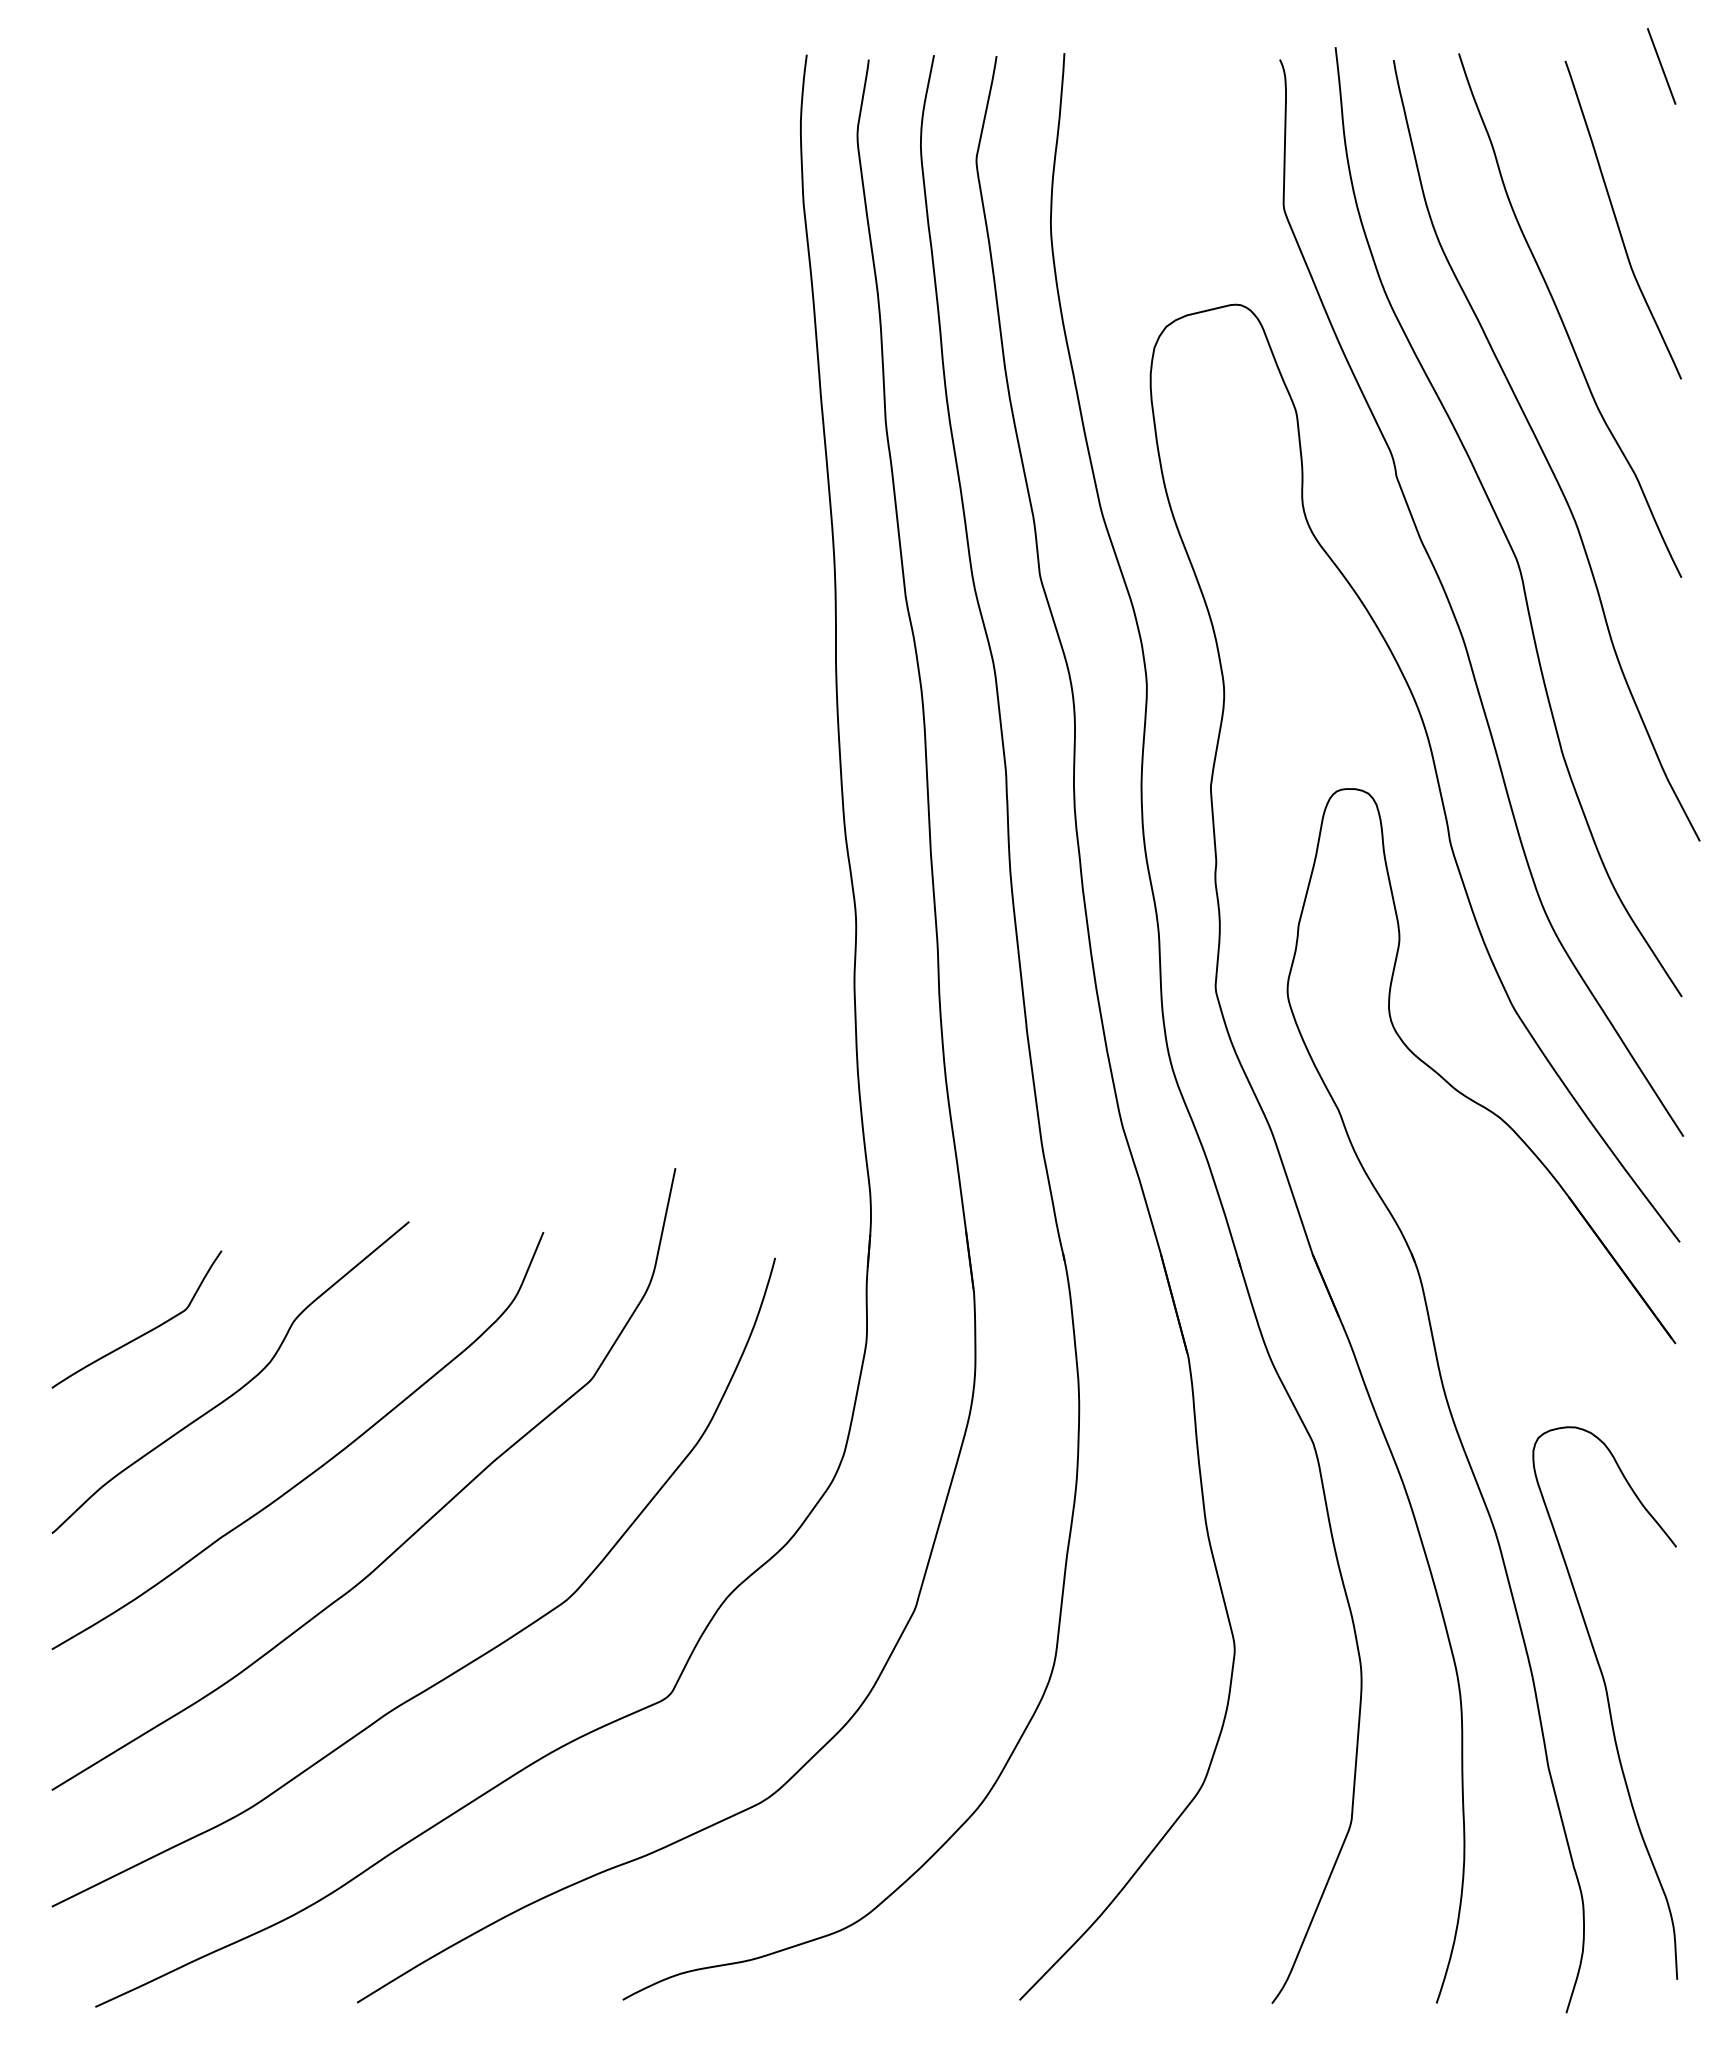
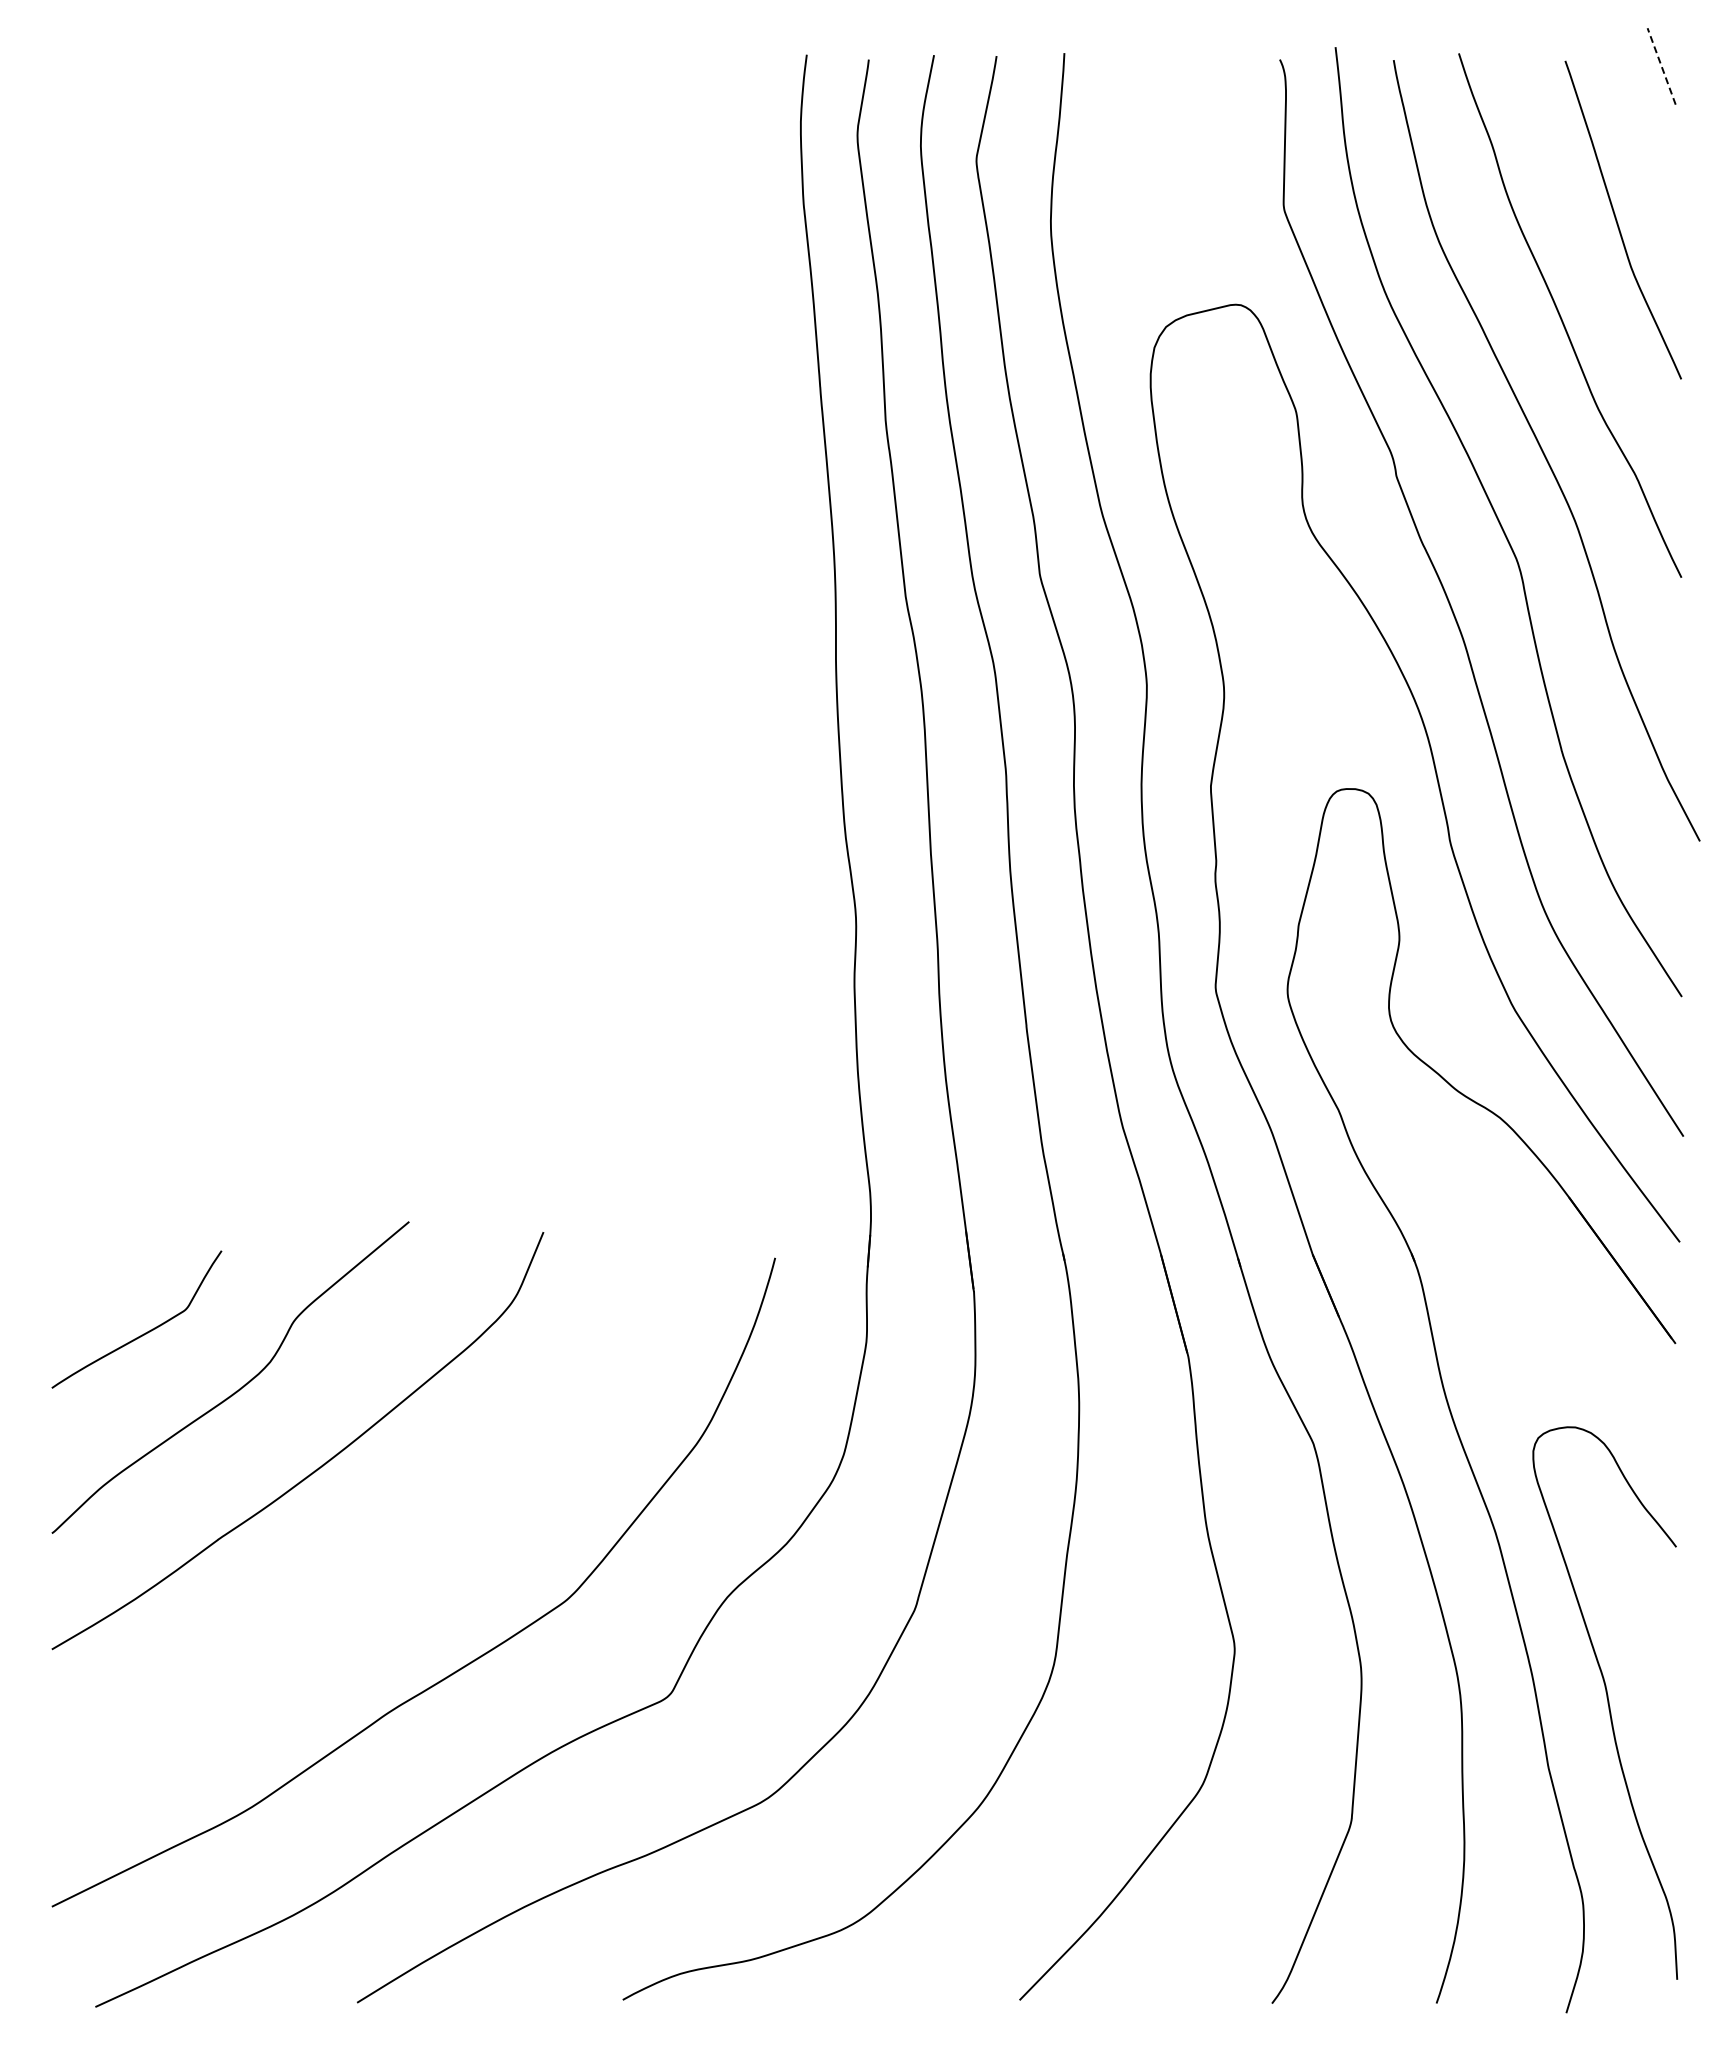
line at (1661, 66): solid -> dashed
curve at (410, 1535): present -> none
